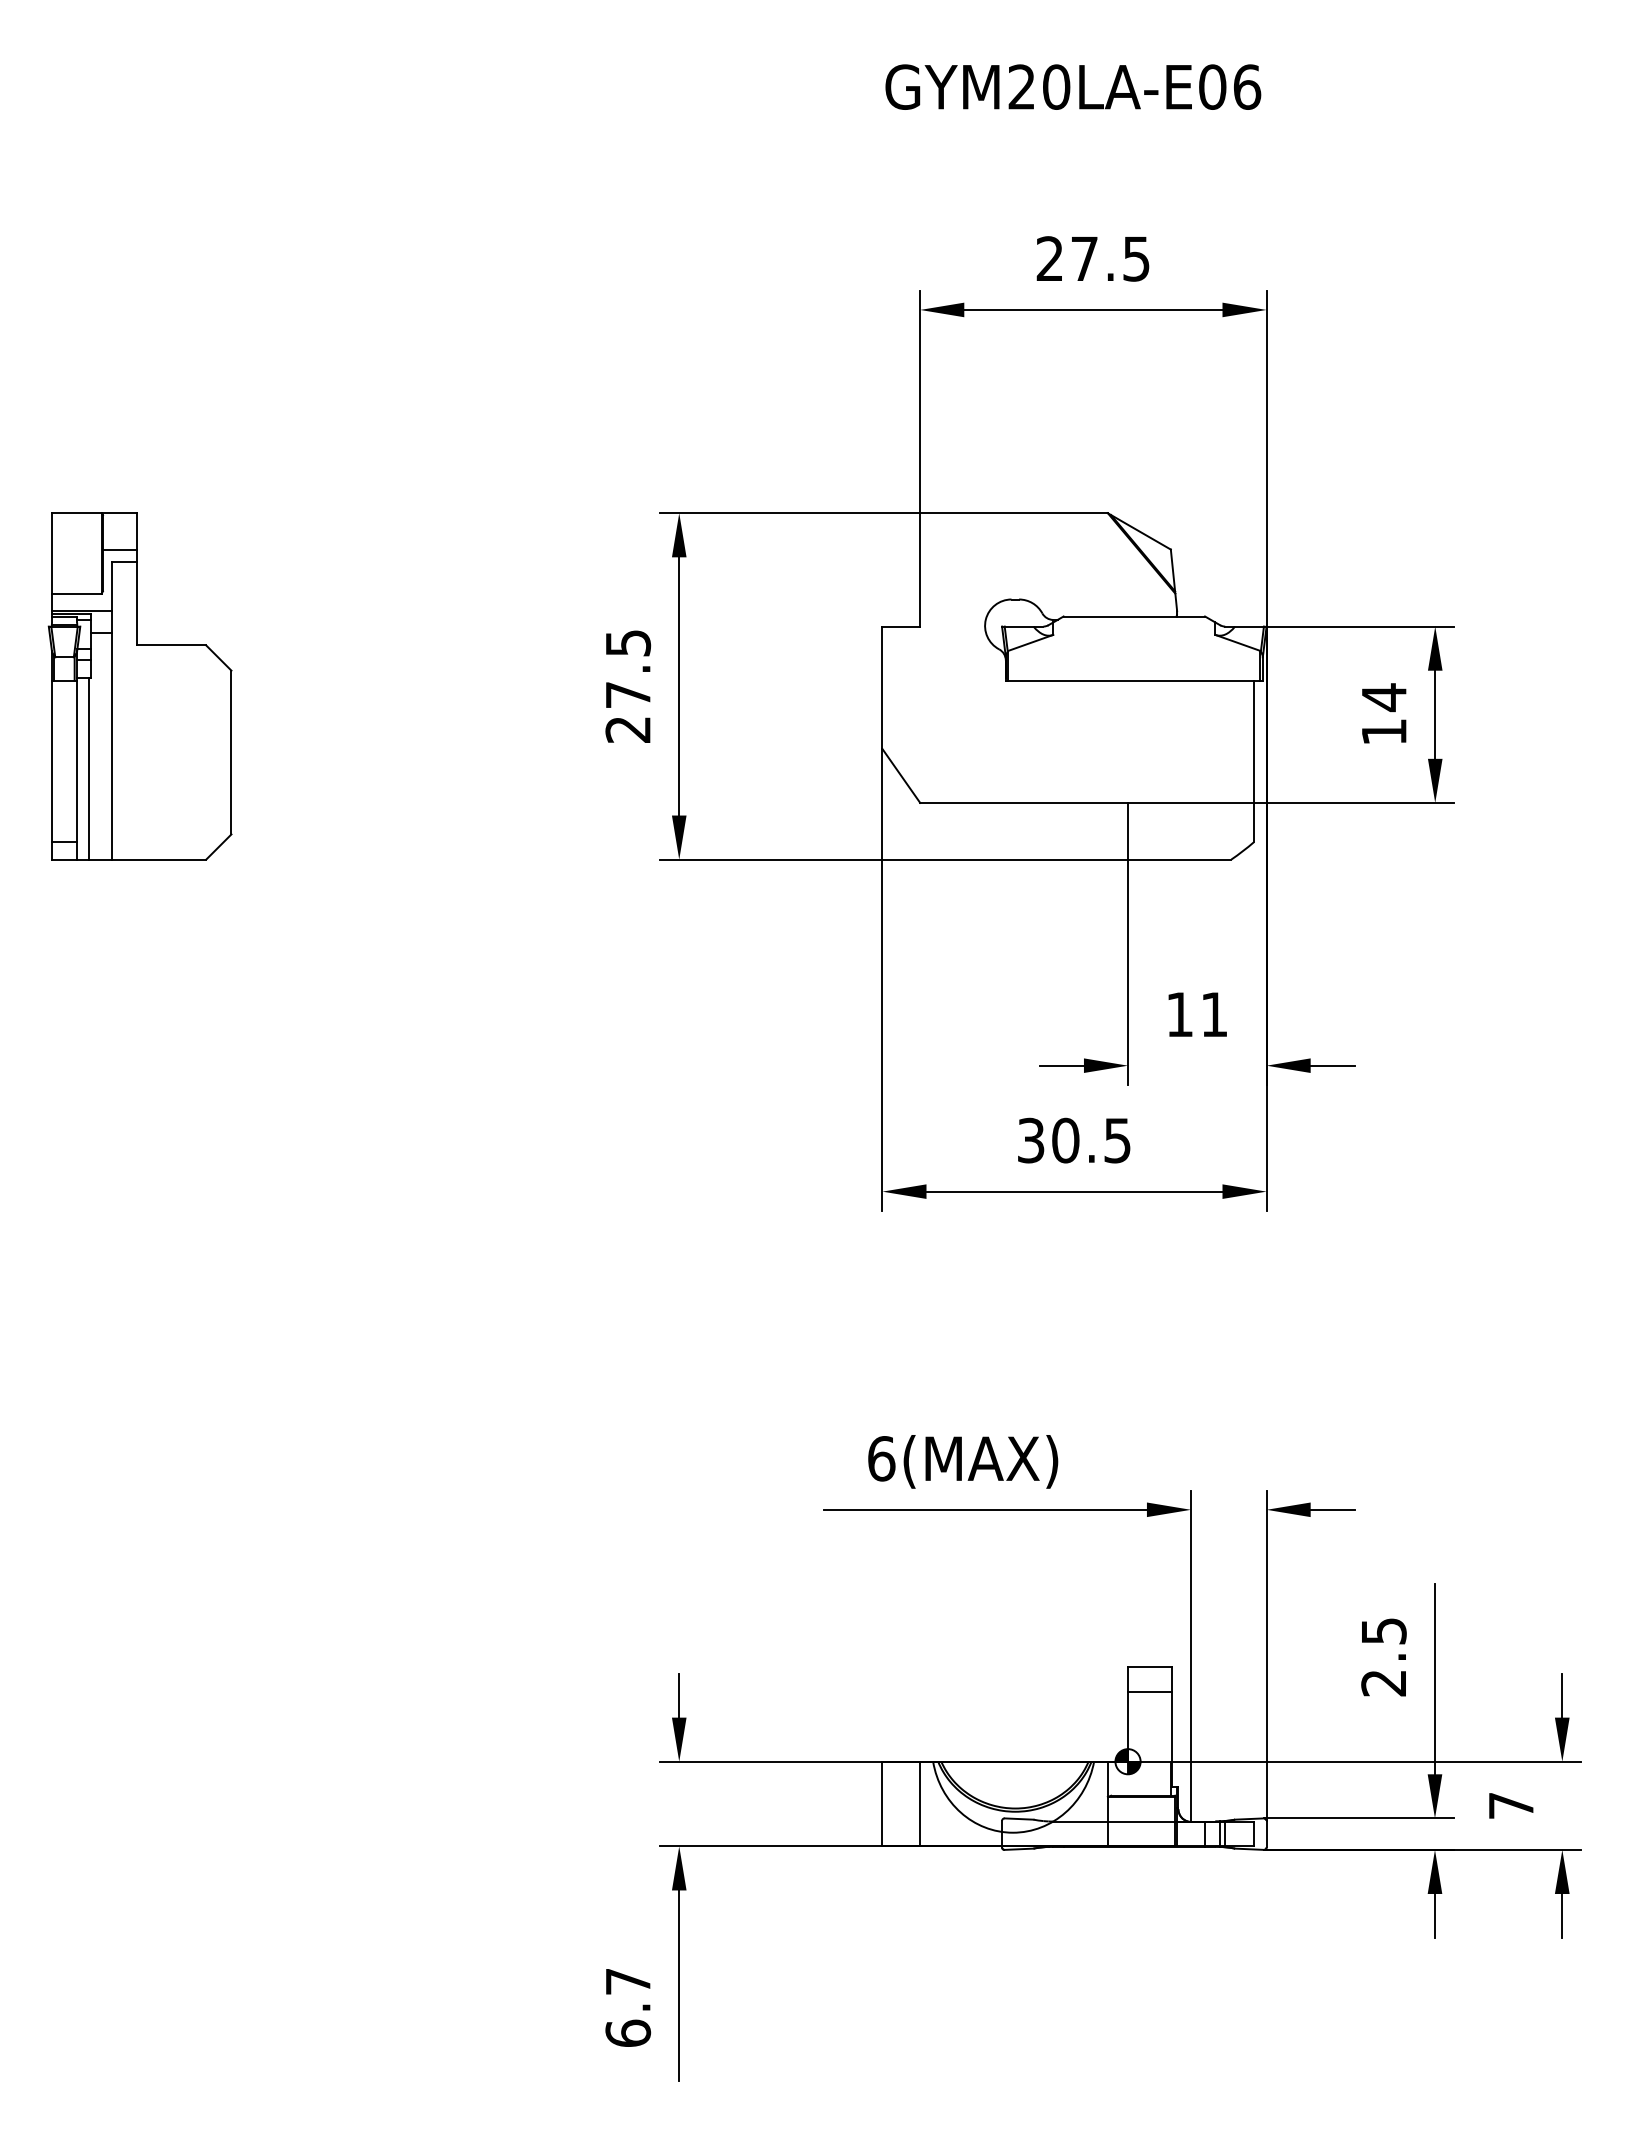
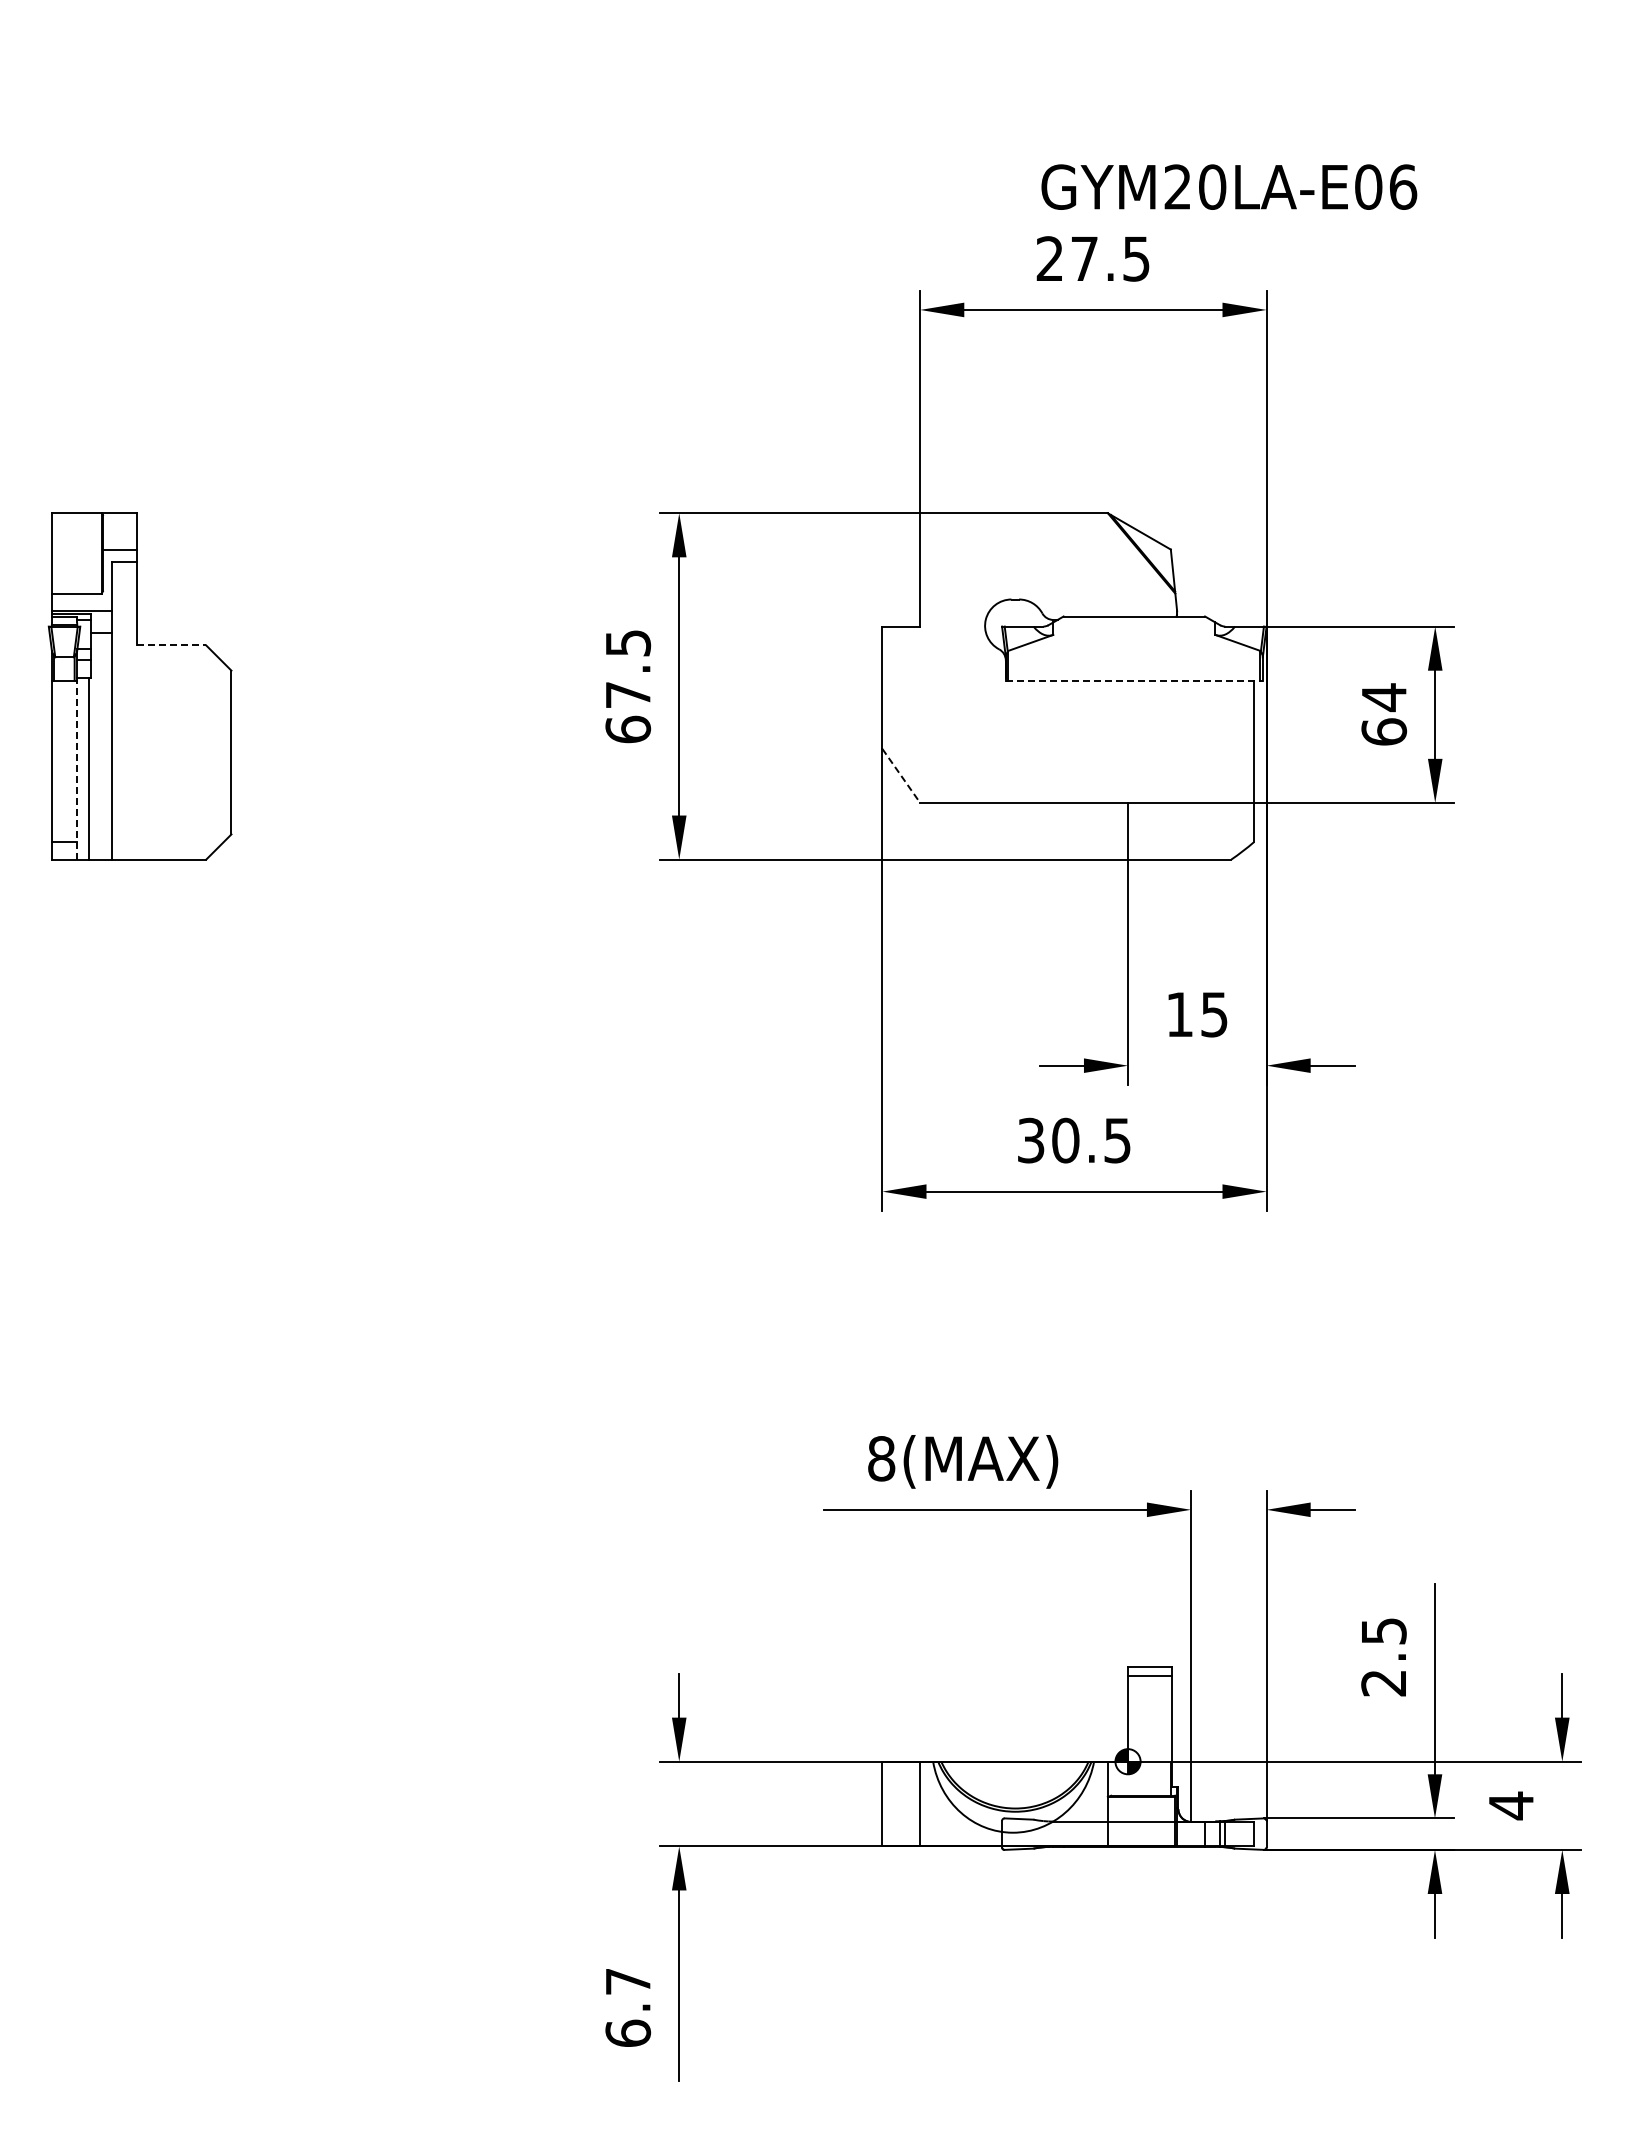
text at (1073, 86) position: (1073, 86) -> (1229, 186)
line at (171, 645): solid -> dashed
line at (1134, 680): solid -> dashed
text at (628, 729): 27.5 -> 67.5
text at (1384, 731): 14 -> 64
line at (76, 769): solid -> dashed
line at (901, 775): solid -> dashed
text at (1214, 1014): 11 -> 15
text at (881, 1458): 6(MAX) -> 8(MAX)
line at (1150, 1692) position: (1150, 1692) -> (1150, 1676)
text at (1511, 1805): 7 -> 4
